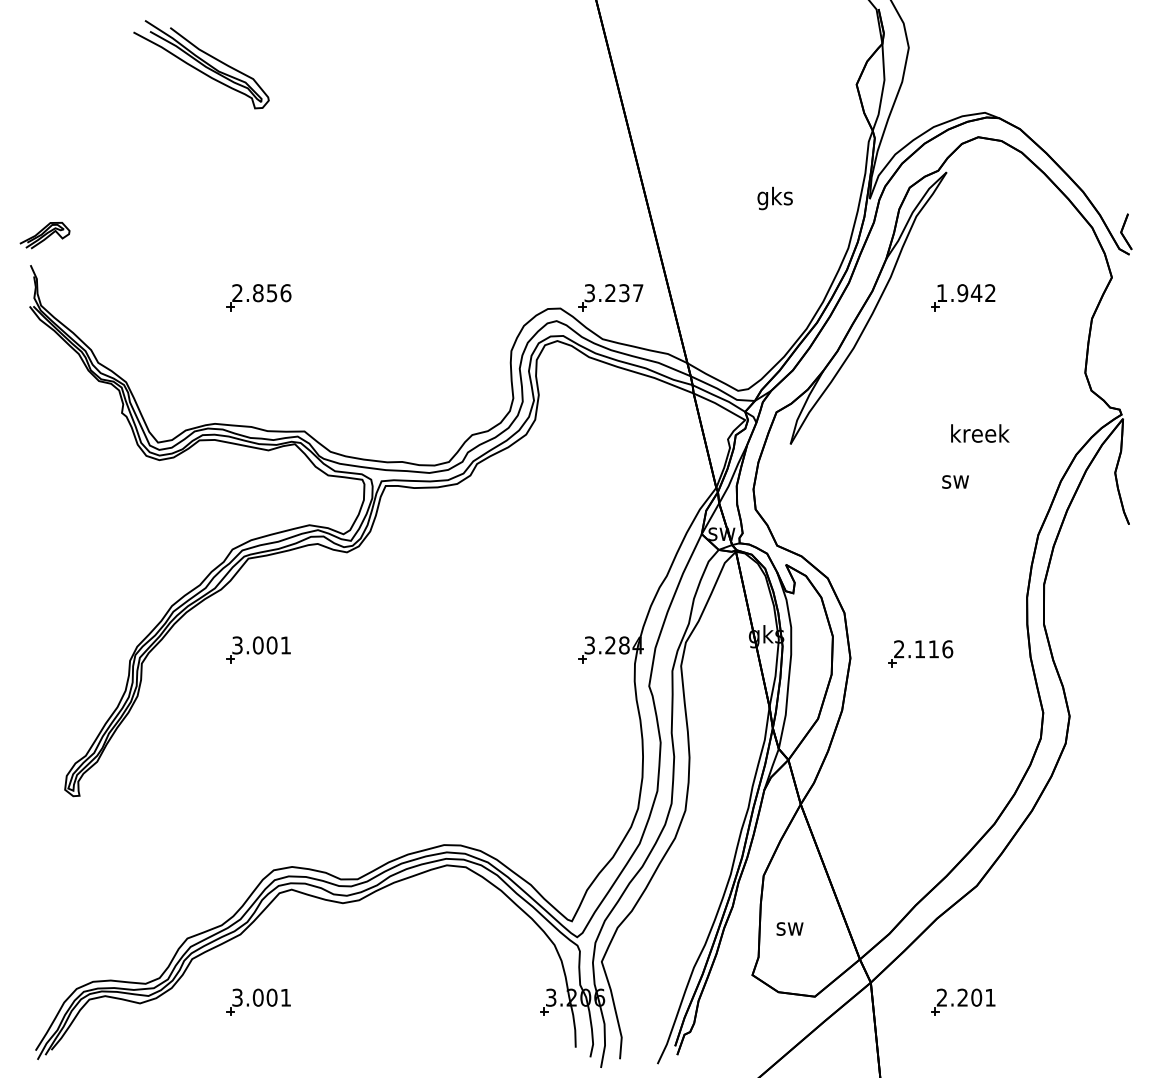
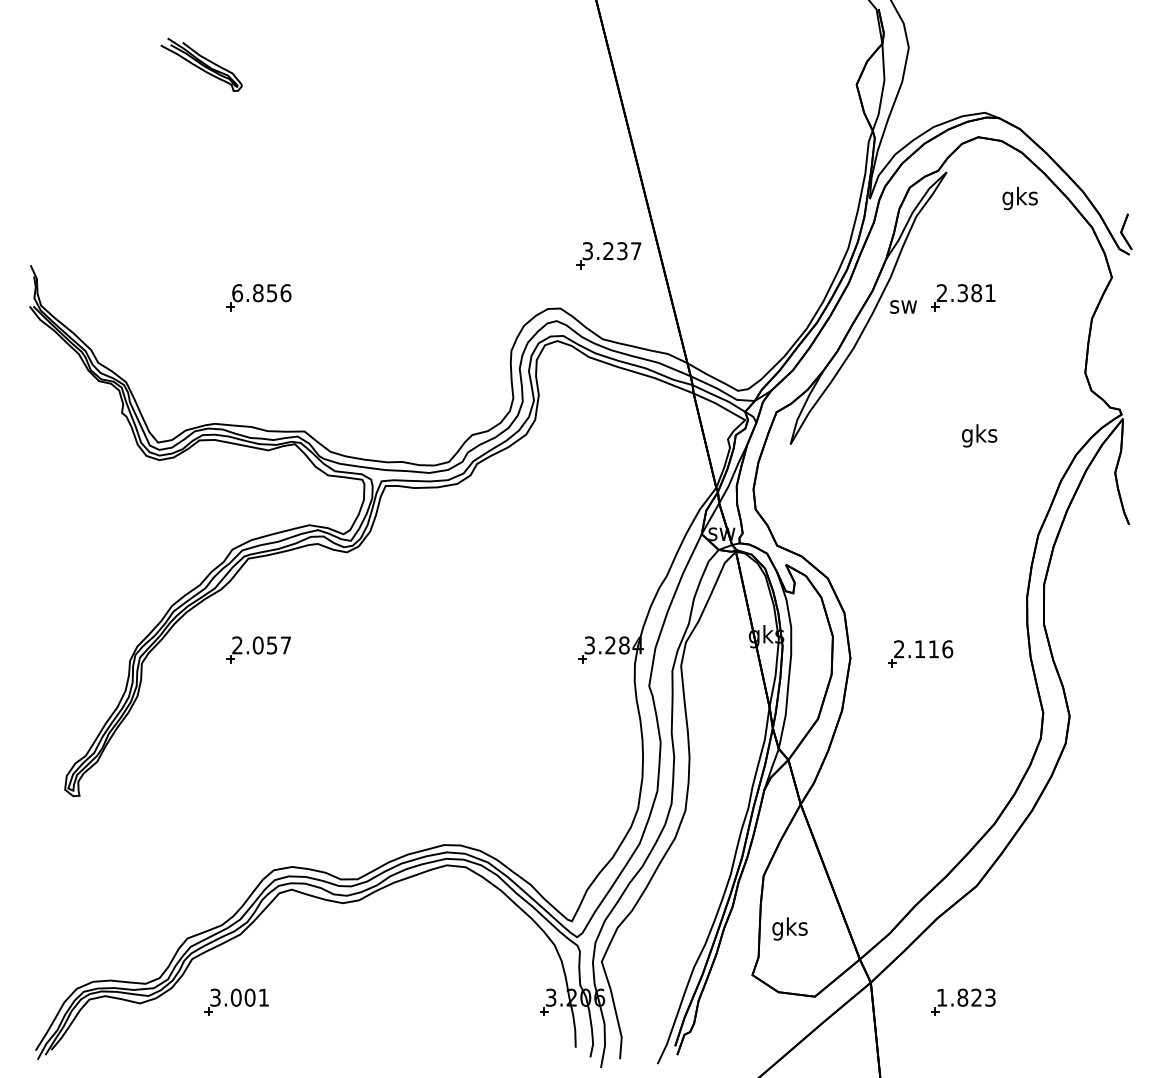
part at (201, 64) size: 137x90 px -> 83x55 px
text at (774, 198) position: (774, 198) -> (1019, 198)
part at (44, 235): present -> none
text at (237, 293): 2.856 -> 6.856
text at (965, 293): 1.942 -> 2.381
part at (610, 297) position: (610, 297) -> (608, 255)
text at (980, 435): kreek -> gks
text at (955, 481) position: (955, 481) -> (903, 306)
text at (261, 645): 3.001 -> 2.057
text at (789, 928): sw -> gks
text at (965, 997): 2.201 -> 1.823
part at (258, 1001) position: (258, 1001) -> (236, 1001)
